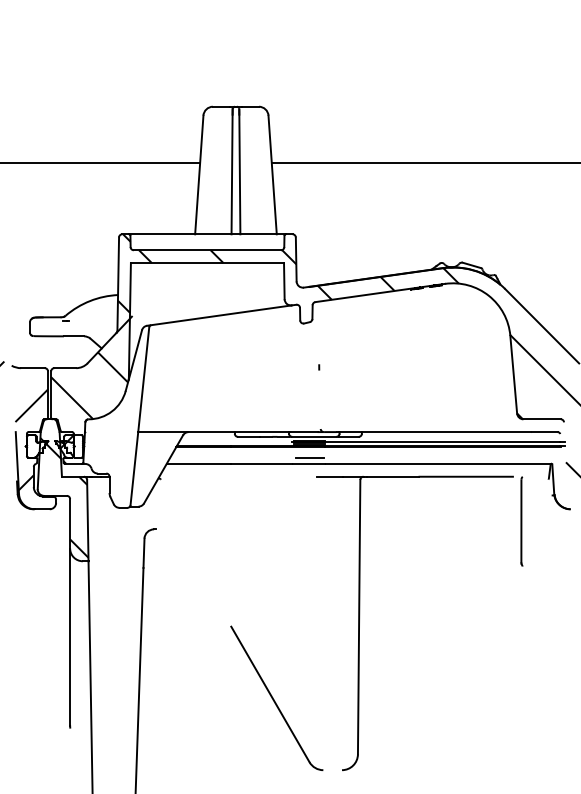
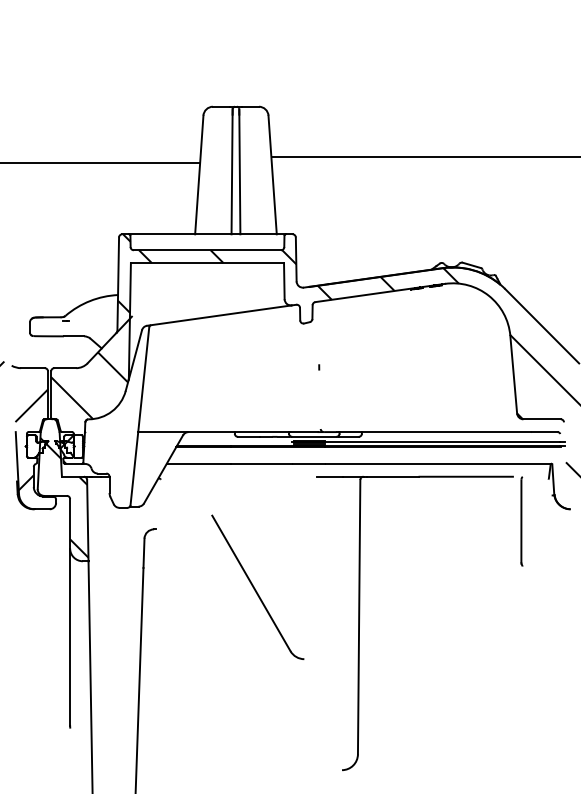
line at (424, 162) position: (424, 162) -> (424, 156)
line at (309, 457): present -> none
part at (276, 697) position: (276, 697) -> (257, 586)
